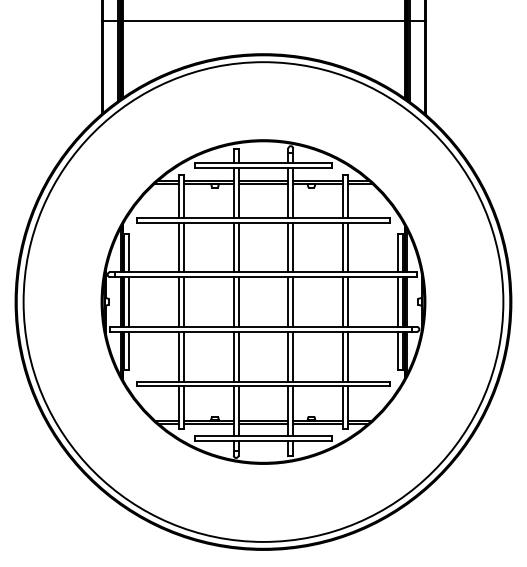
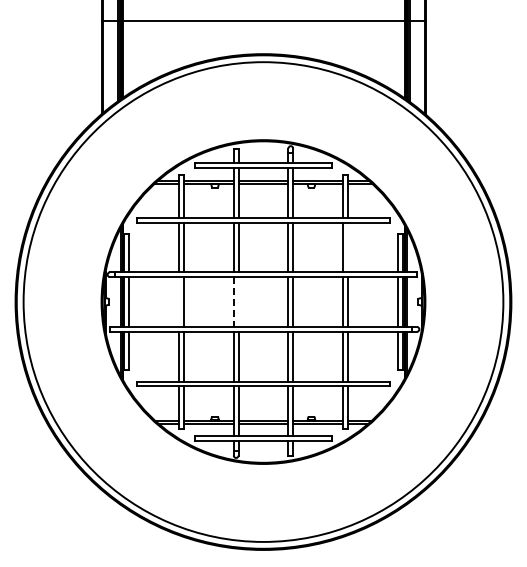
line at (347, 247): present -> none
line at (179, 301): present -> none
line at (238, 301): present -> none
line at (233, 302): solid -> dashed
